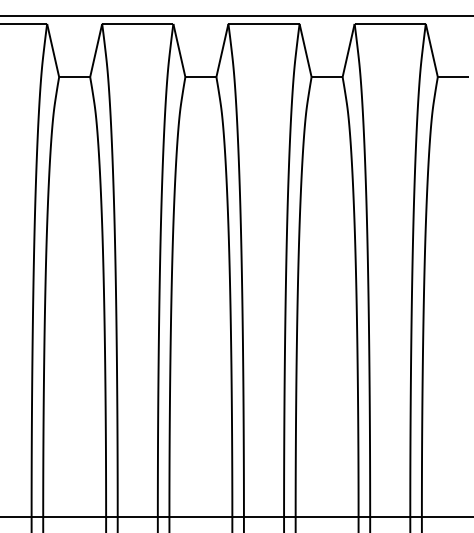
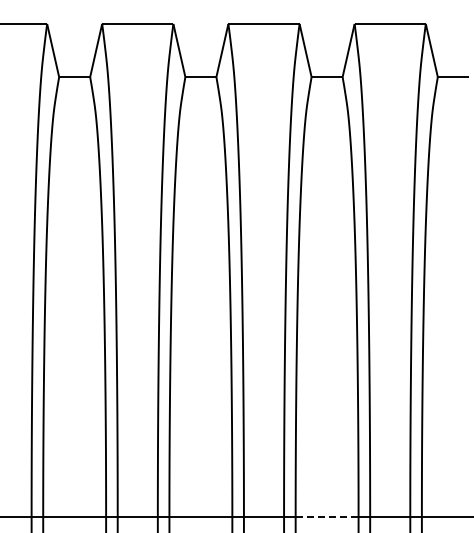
line at (236, 15): present -> none
line at (327, 517): solid -> dashed
